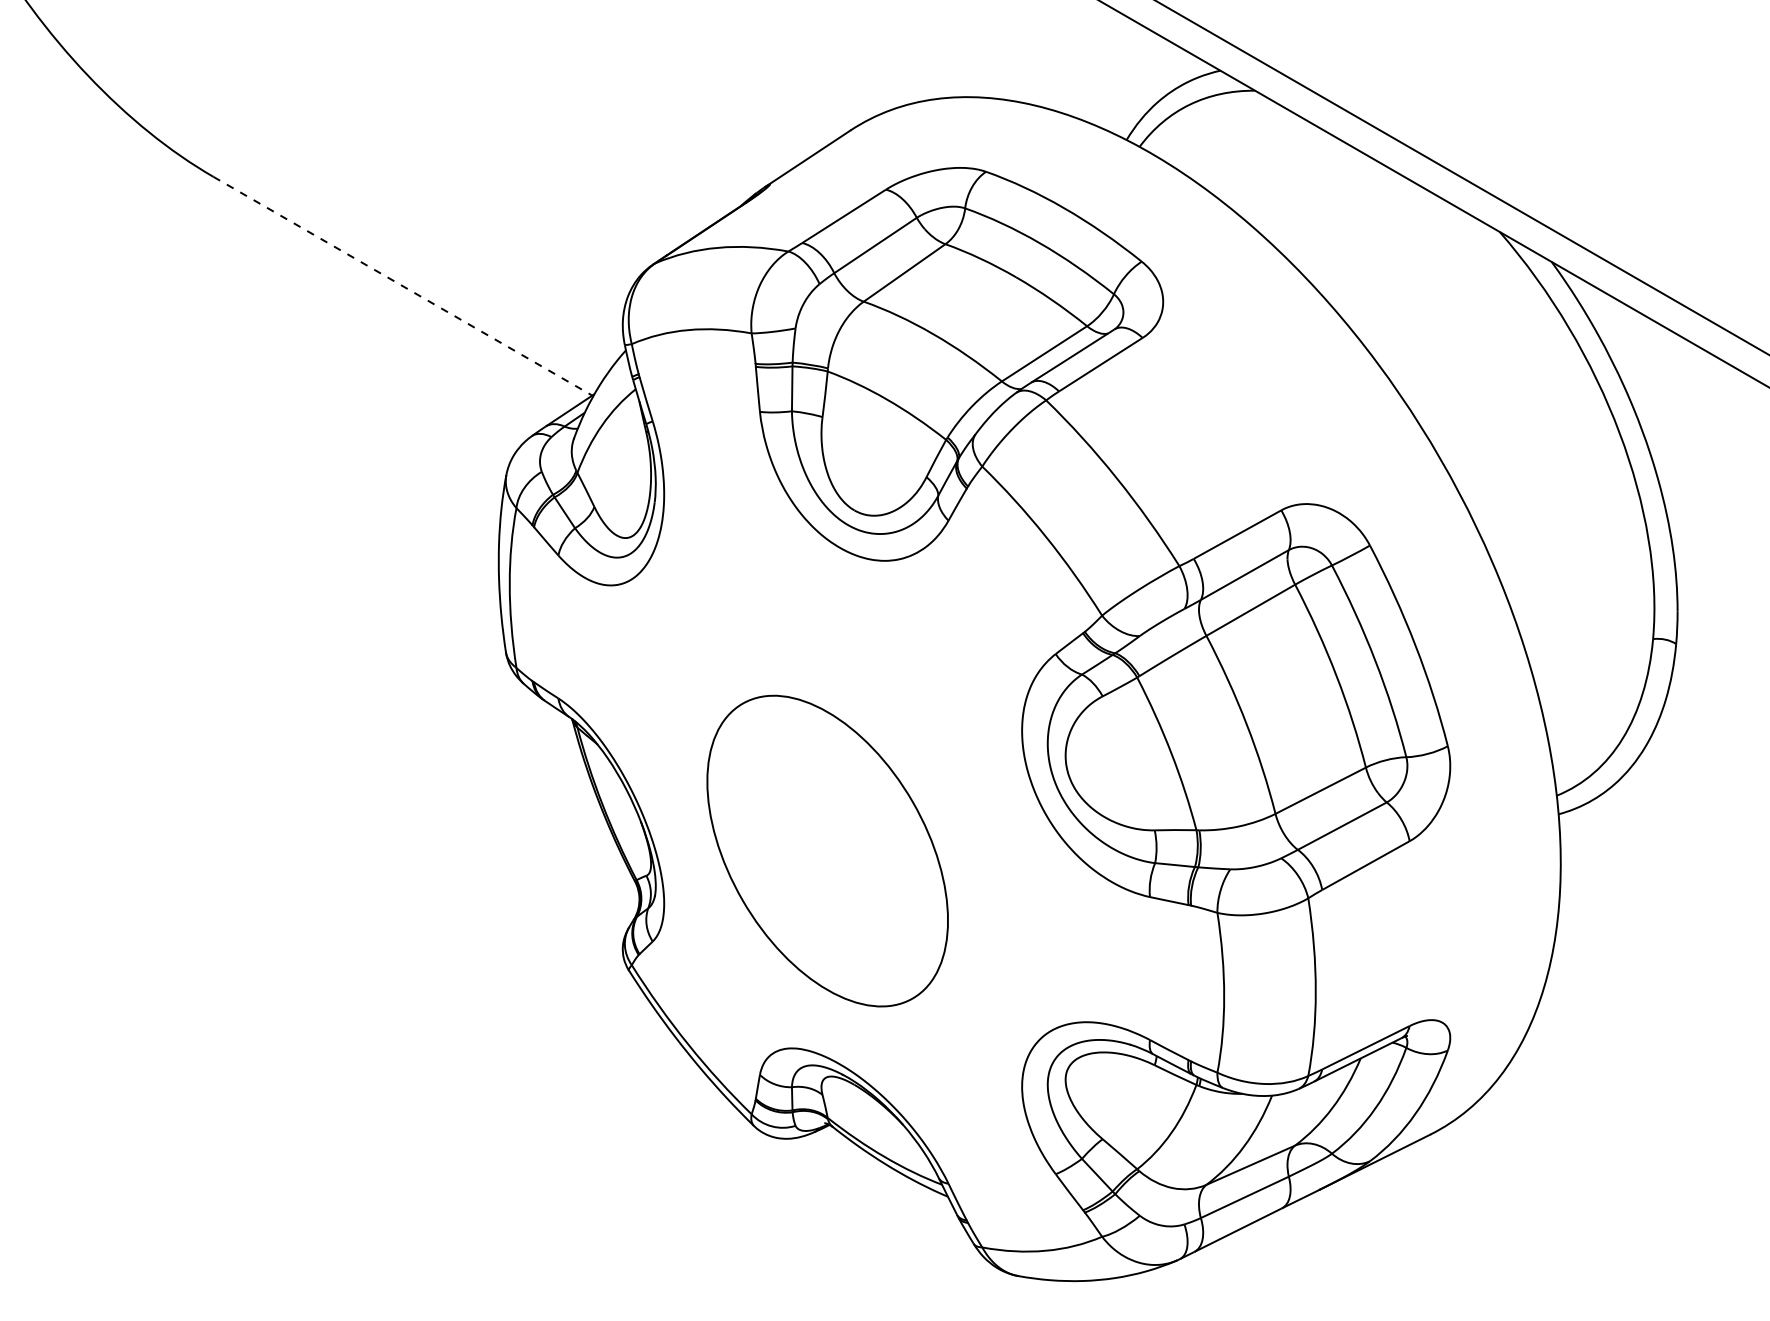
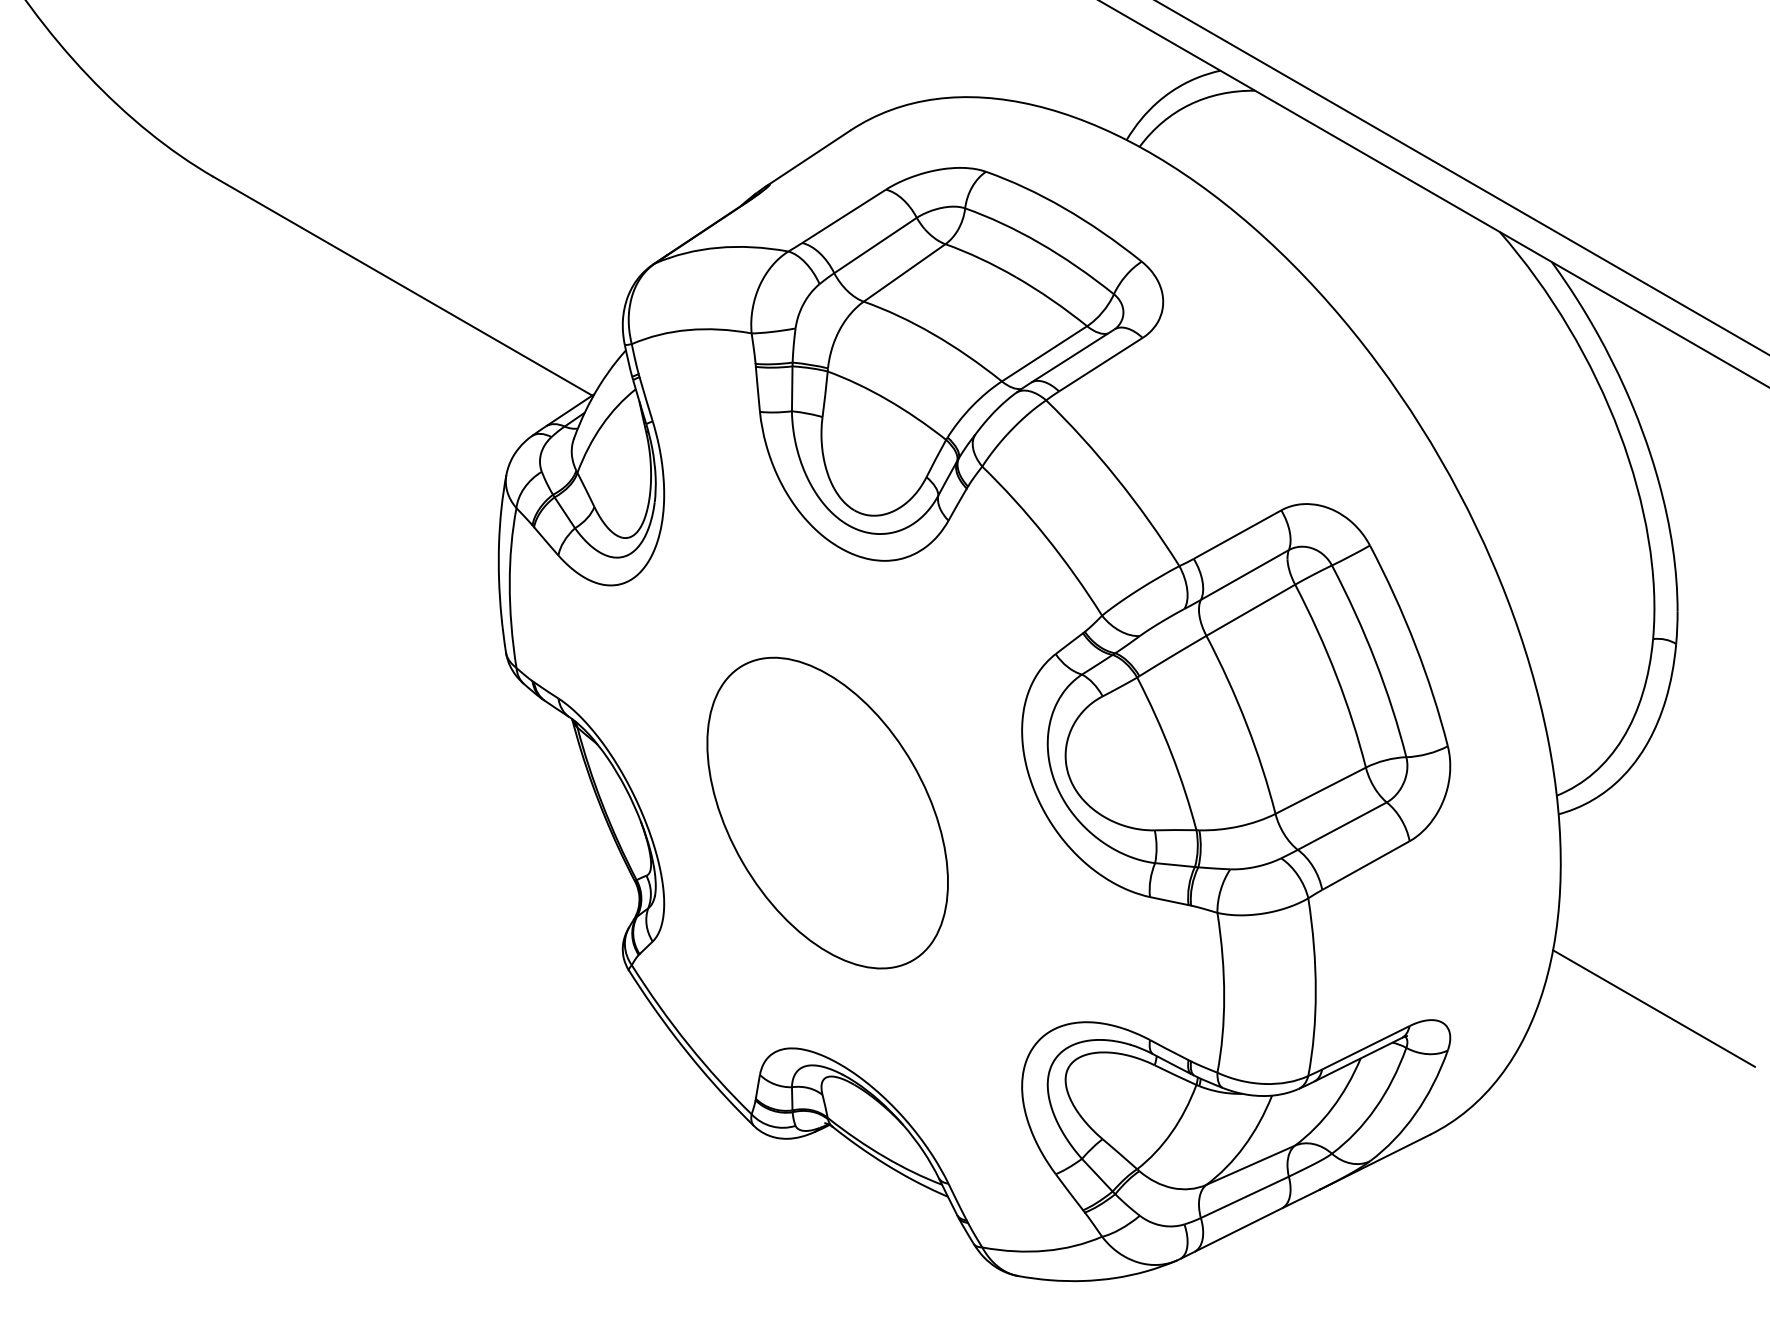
line at (402, 286): dashed -> solid
part at (827, 850) position: (827, 850) -> (827, 812)
line at (1653, 1008): none -> present
